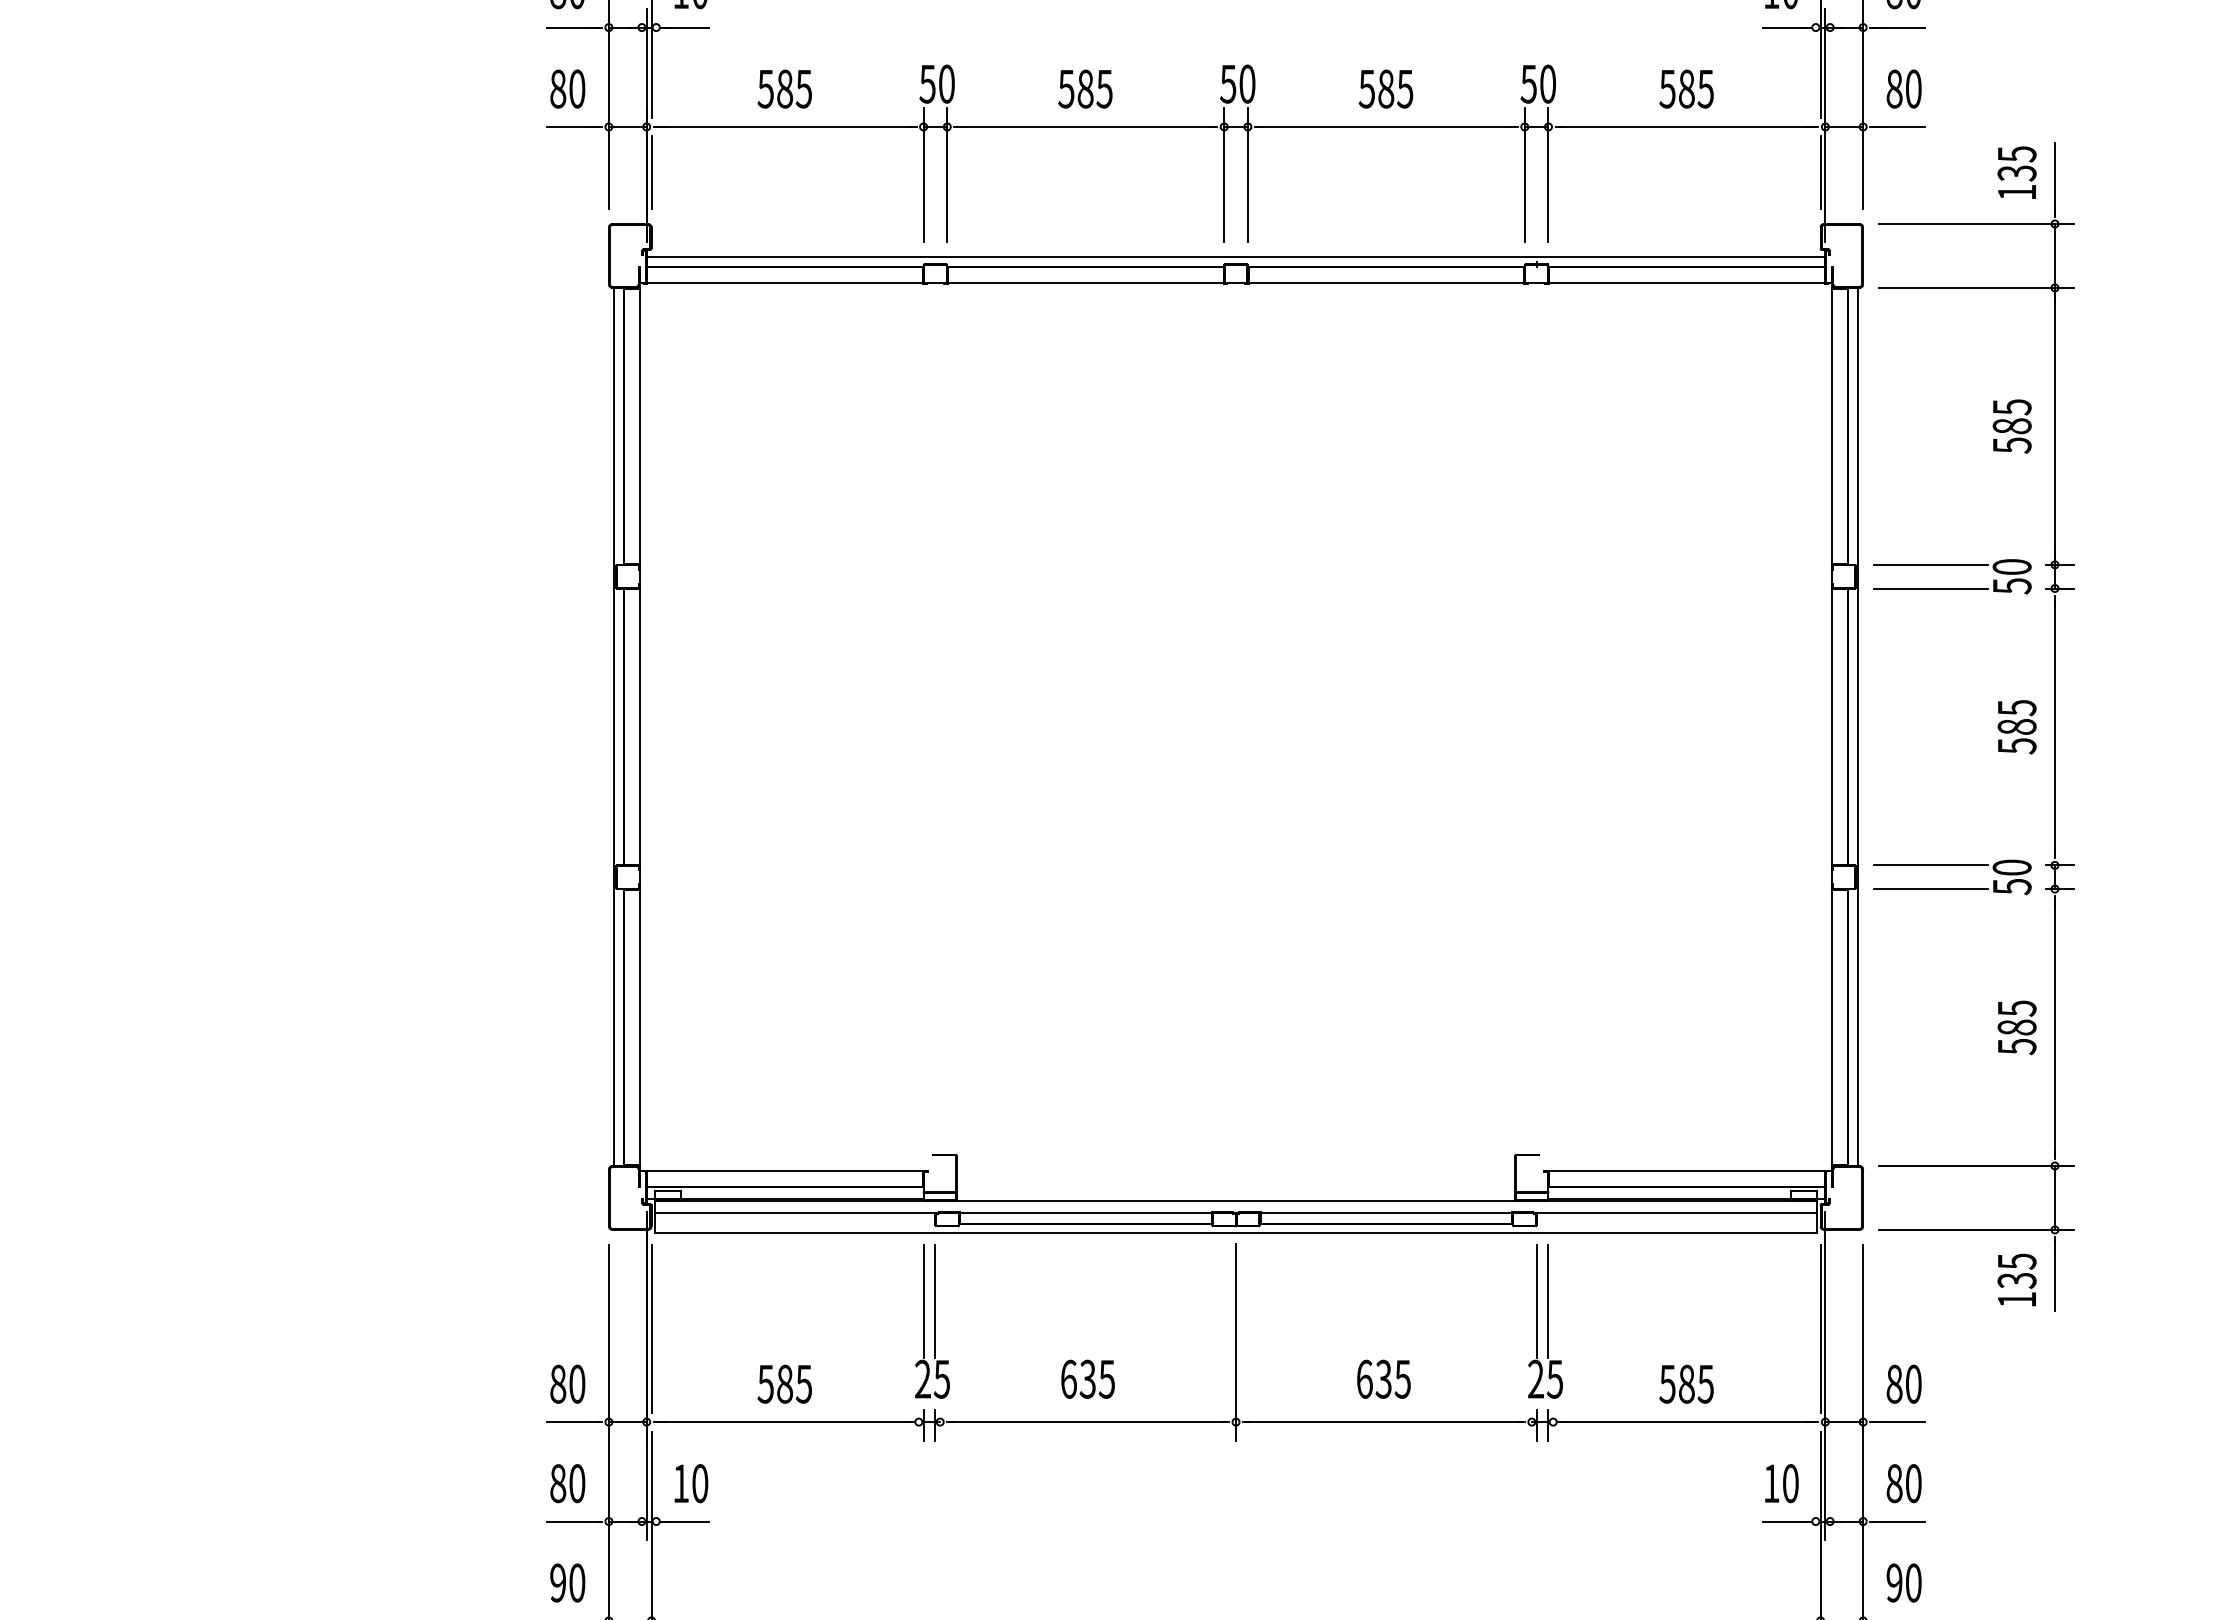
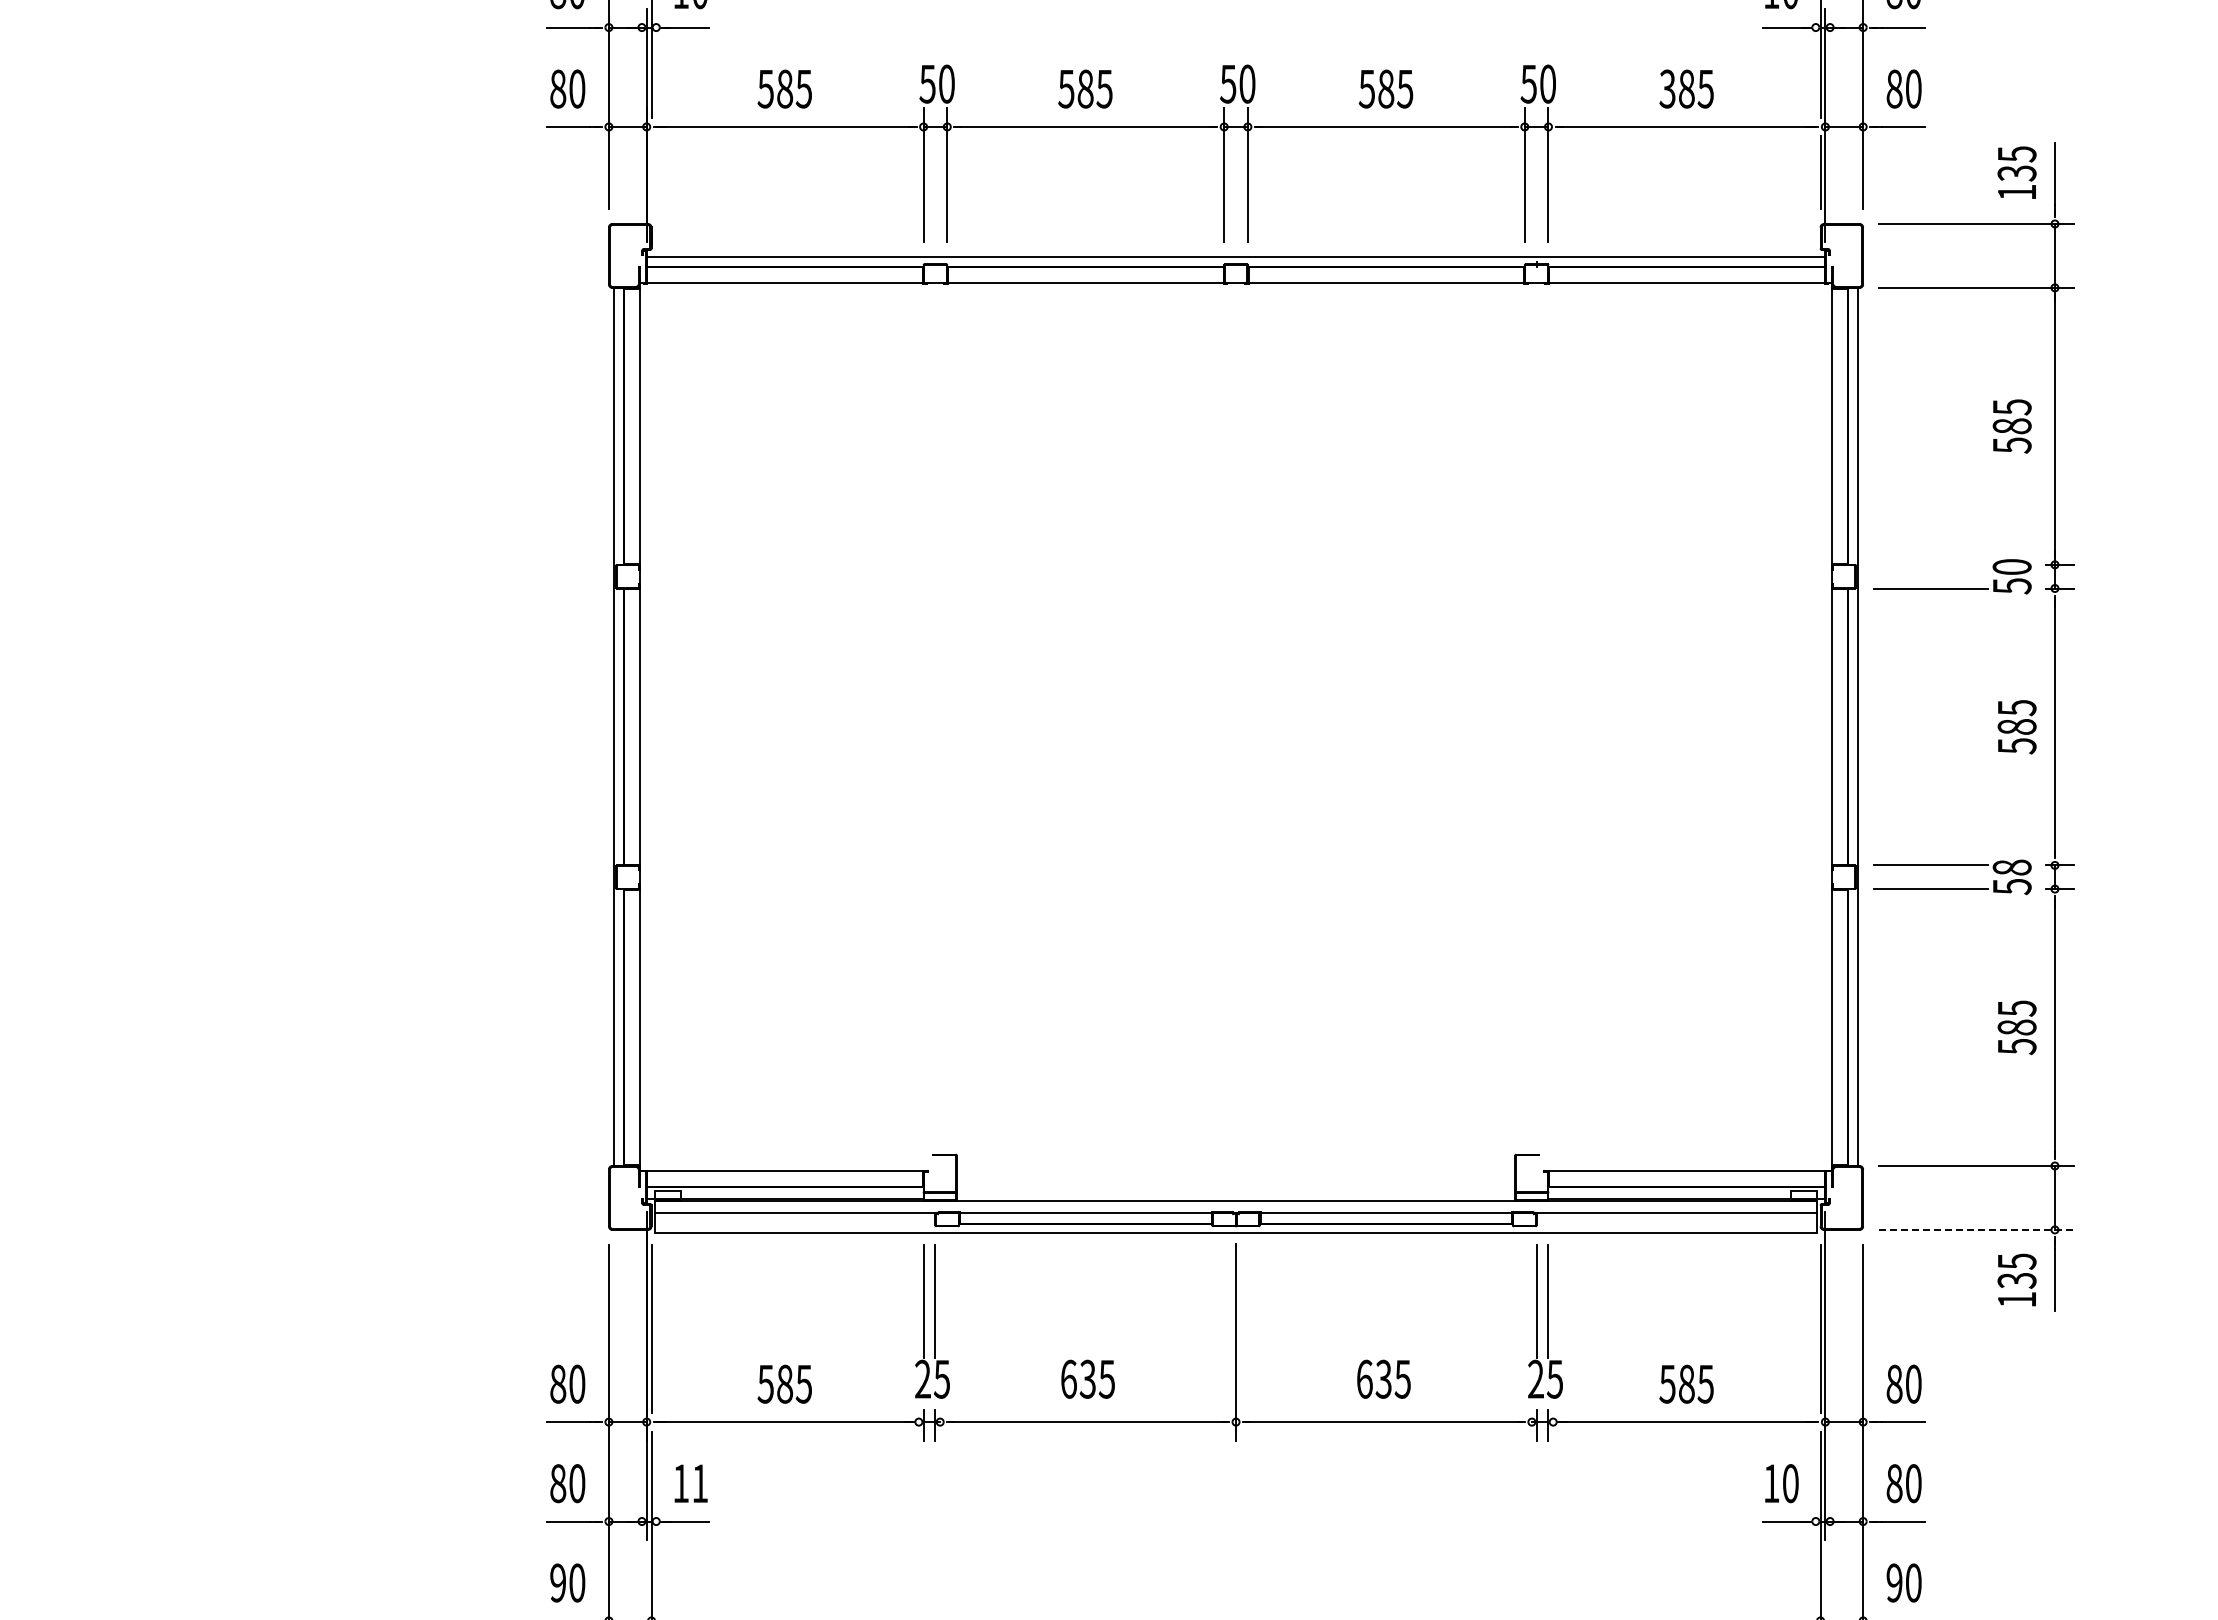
text at (1667, 88): 585 -> 385
line at (651, 172): present -> none
line at (1930, 564): present -> none
text at (2011, 867): 50 -> 58
line at (1976, 1229): solid -> dashed
text at (700, 1483): 10 -> 11
